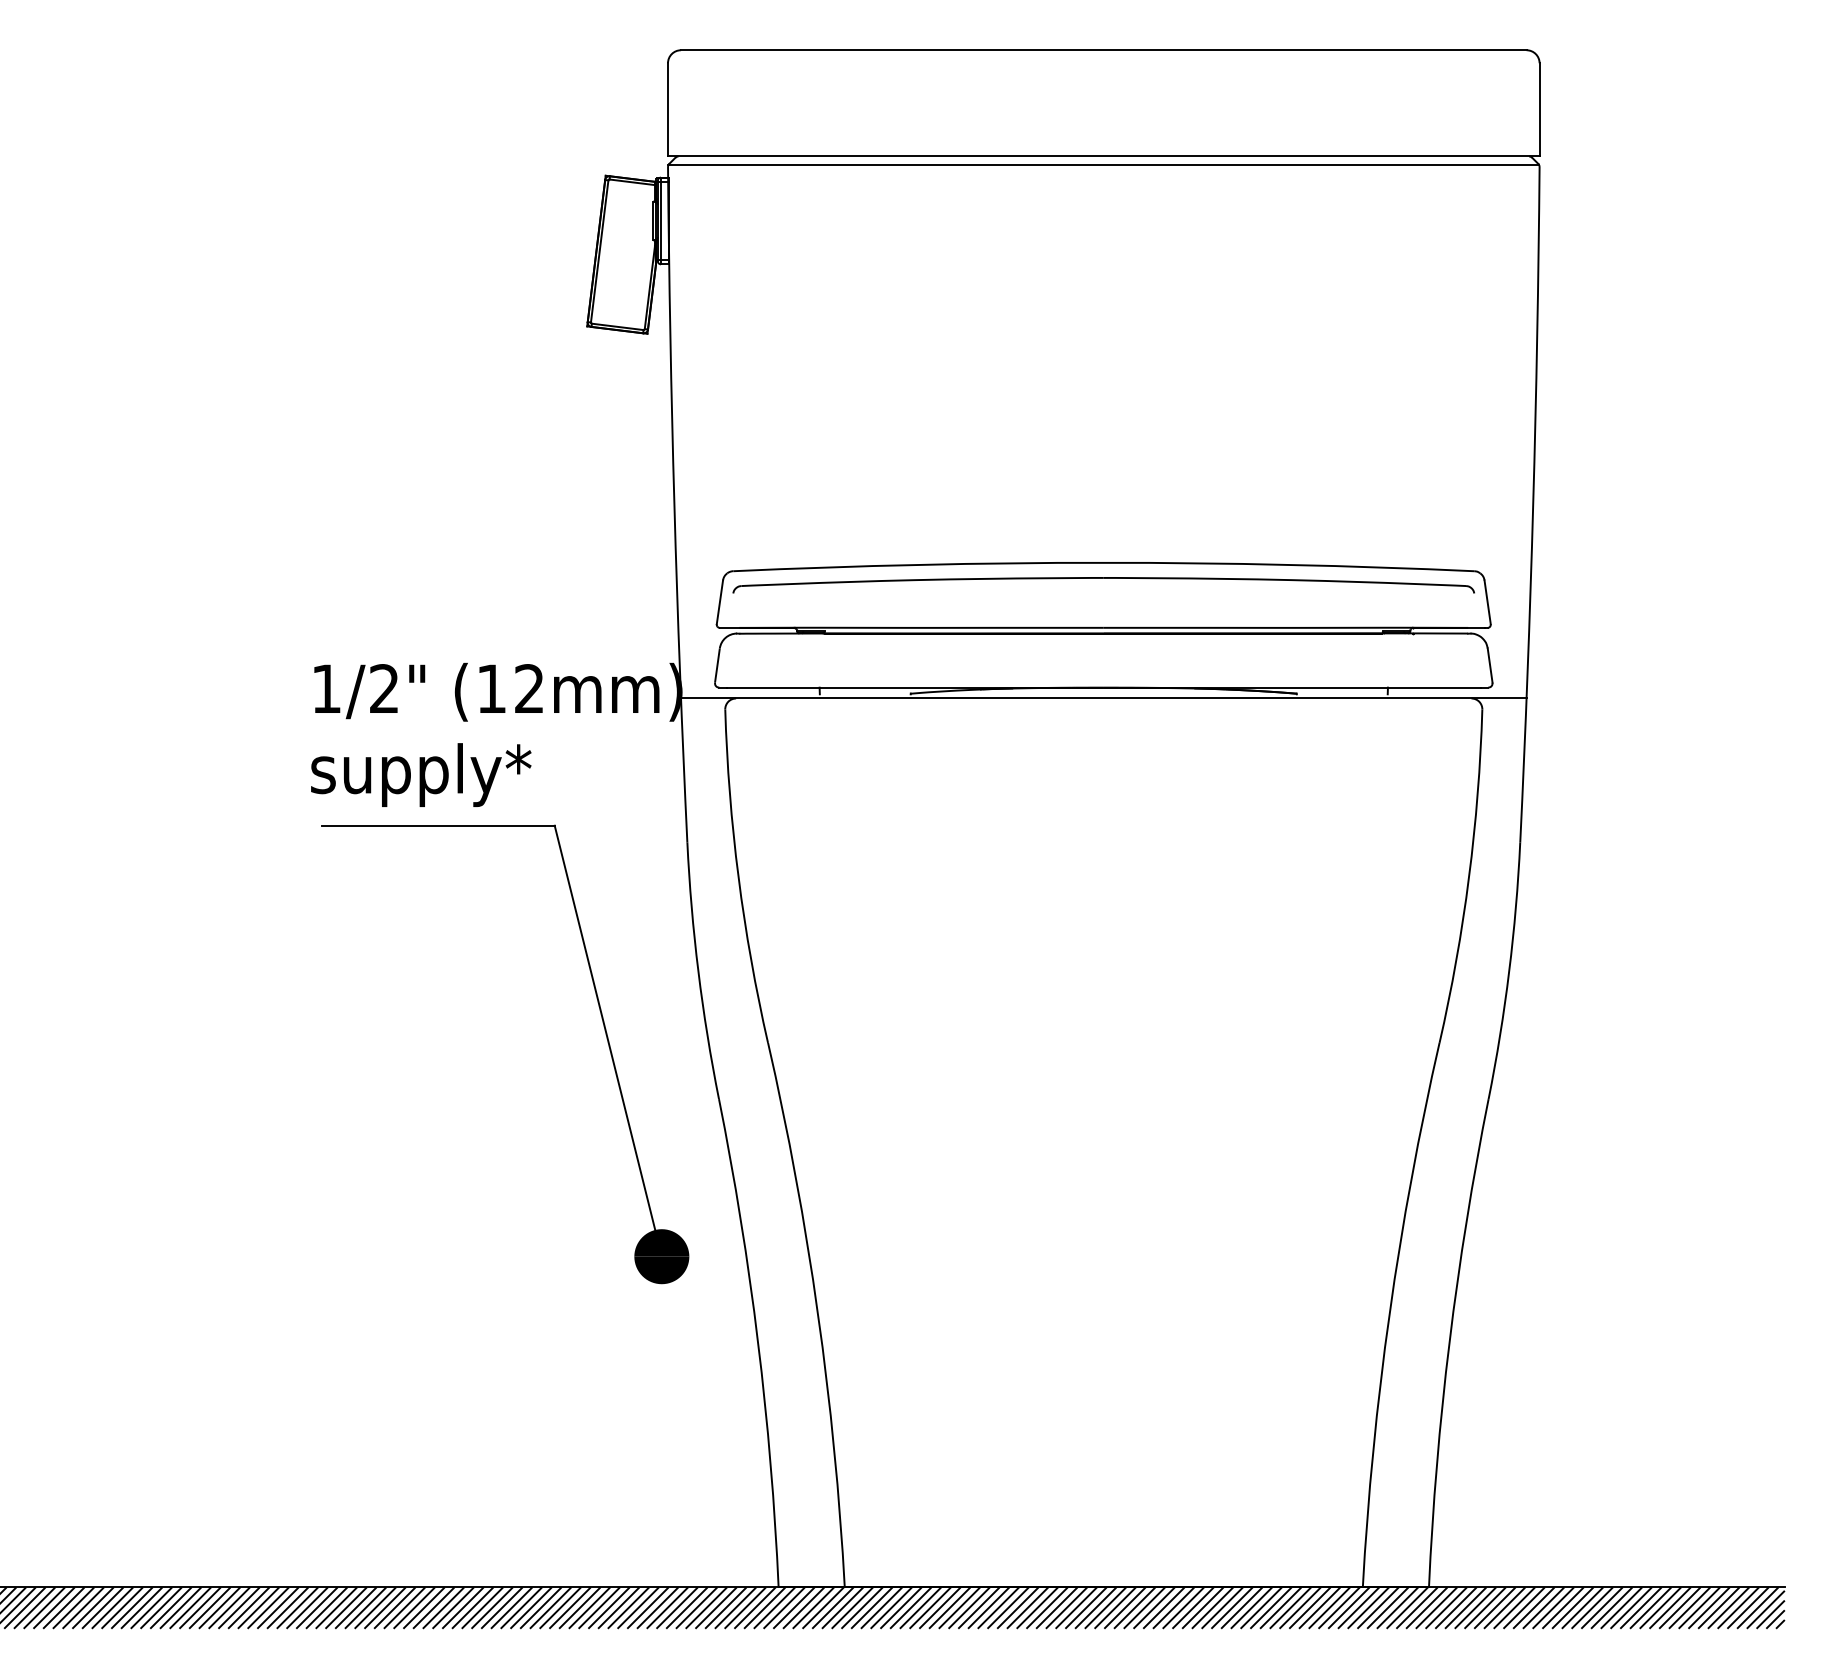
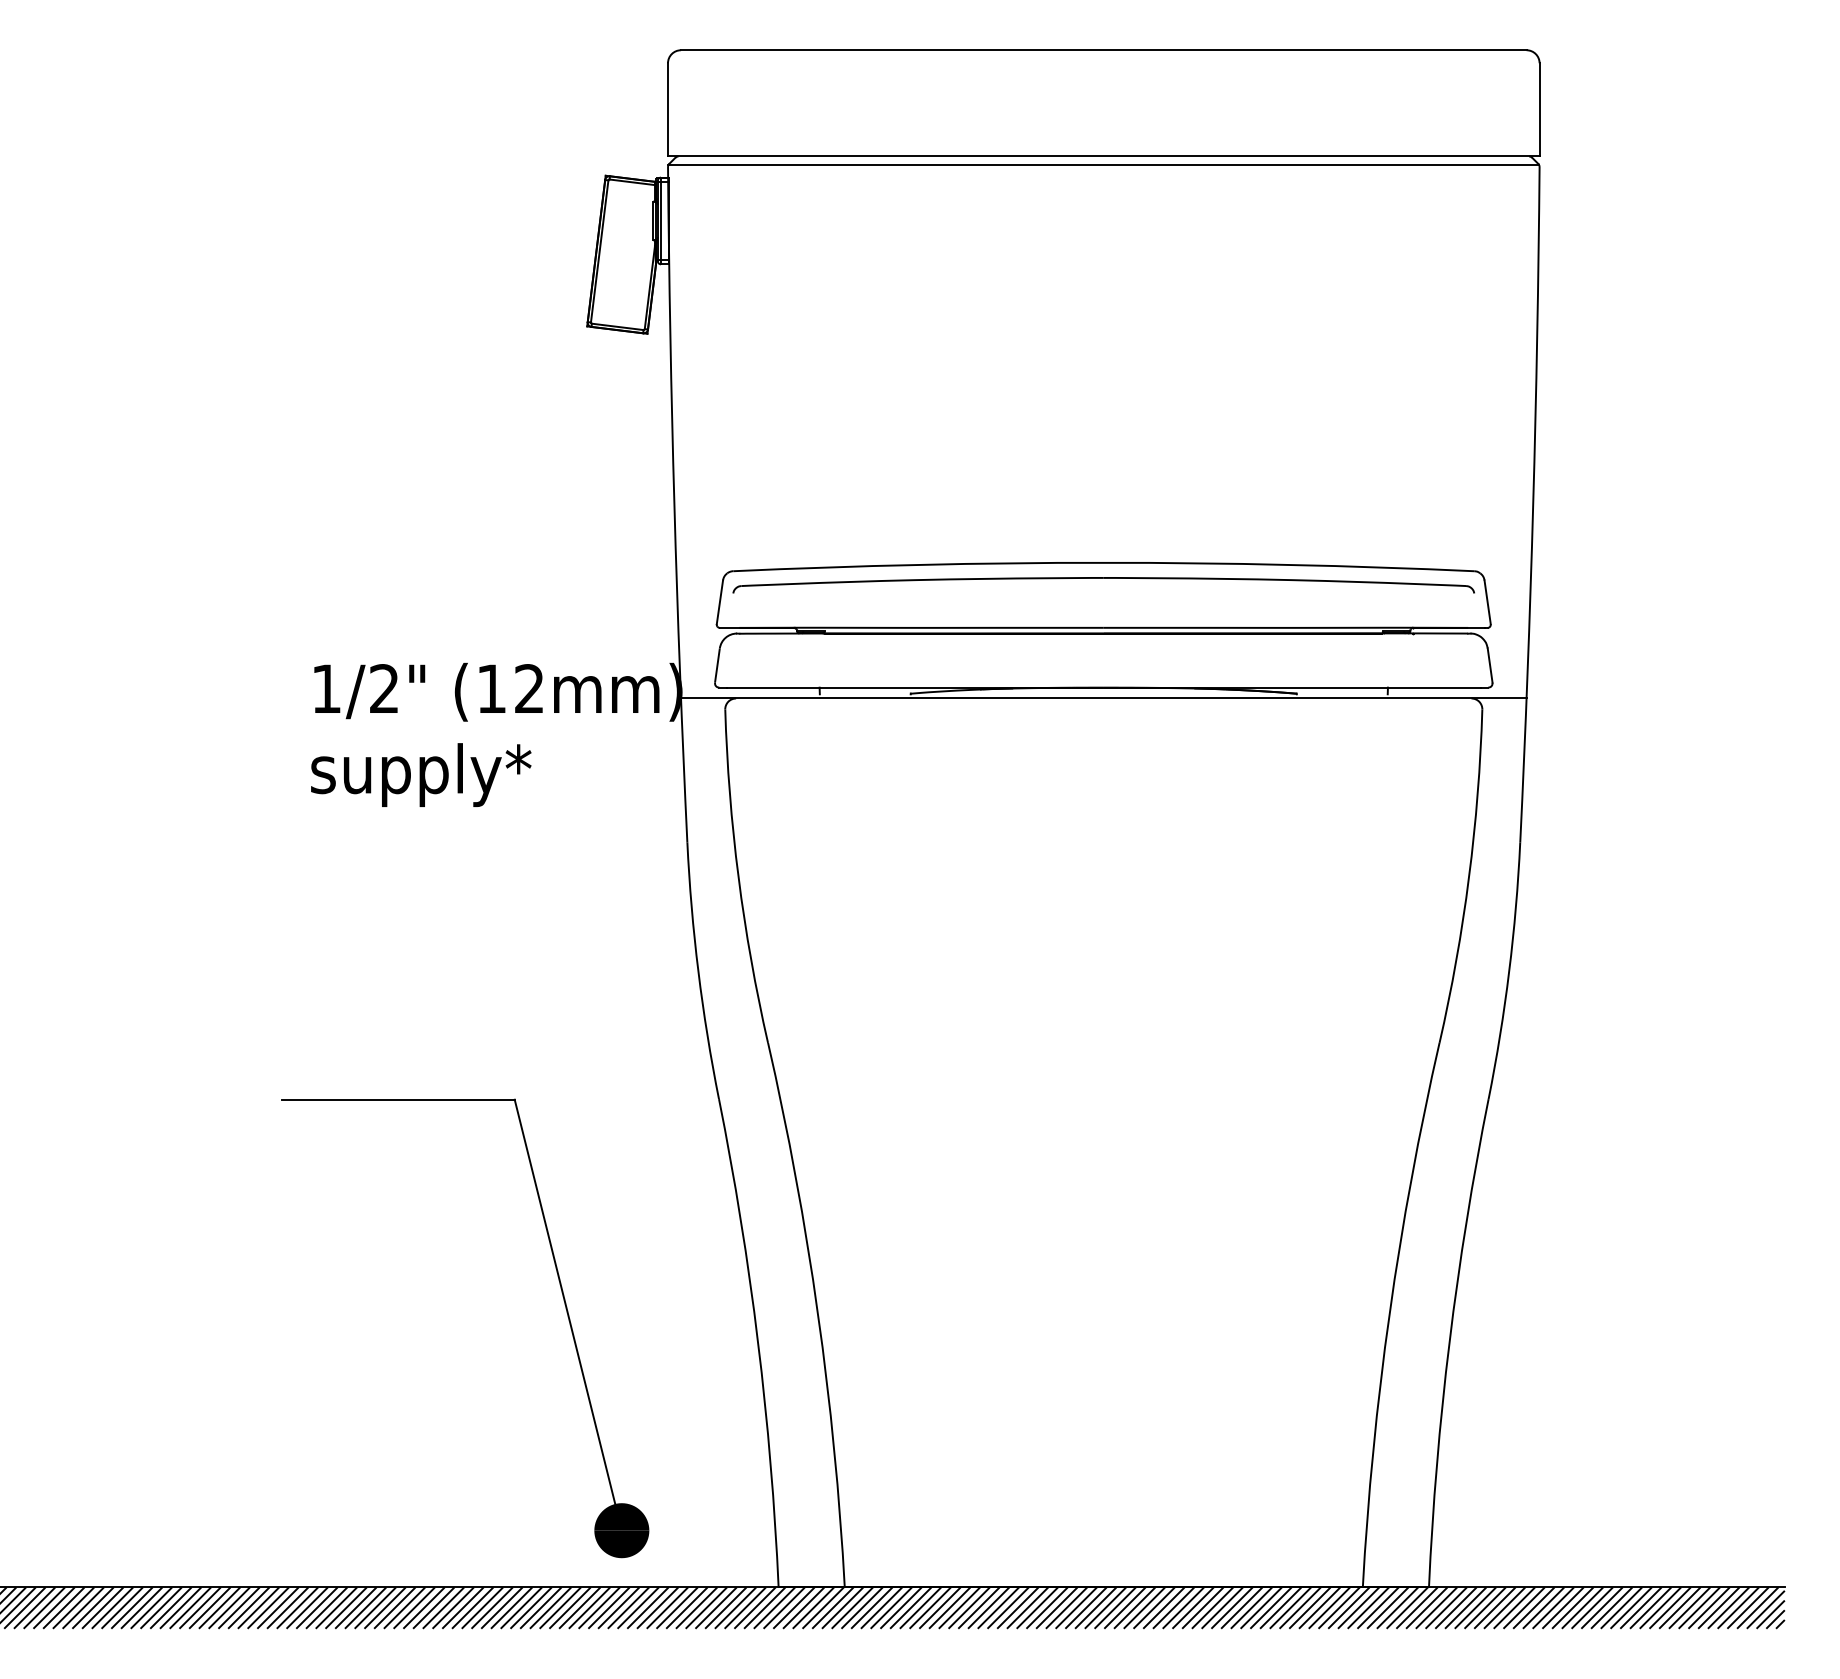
part at (604, 1030) position: (604, 1030) -> (564, 1304)
